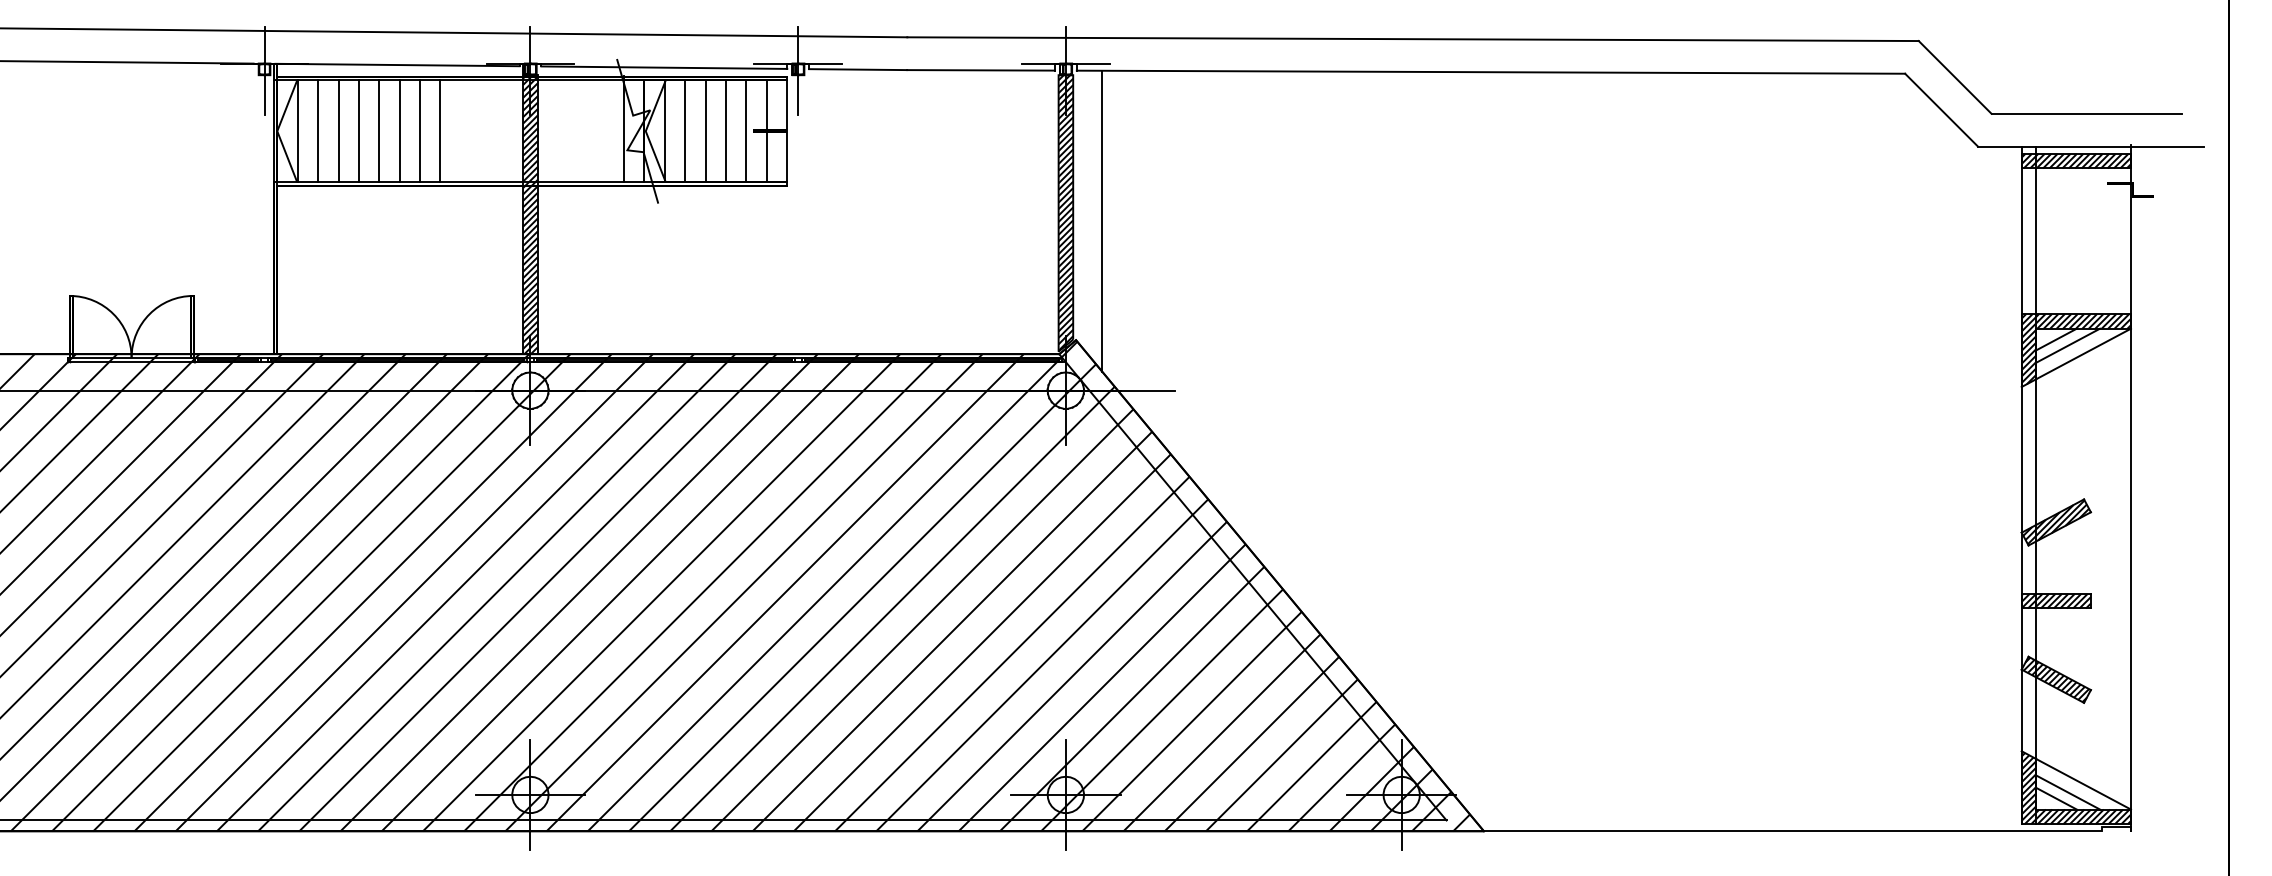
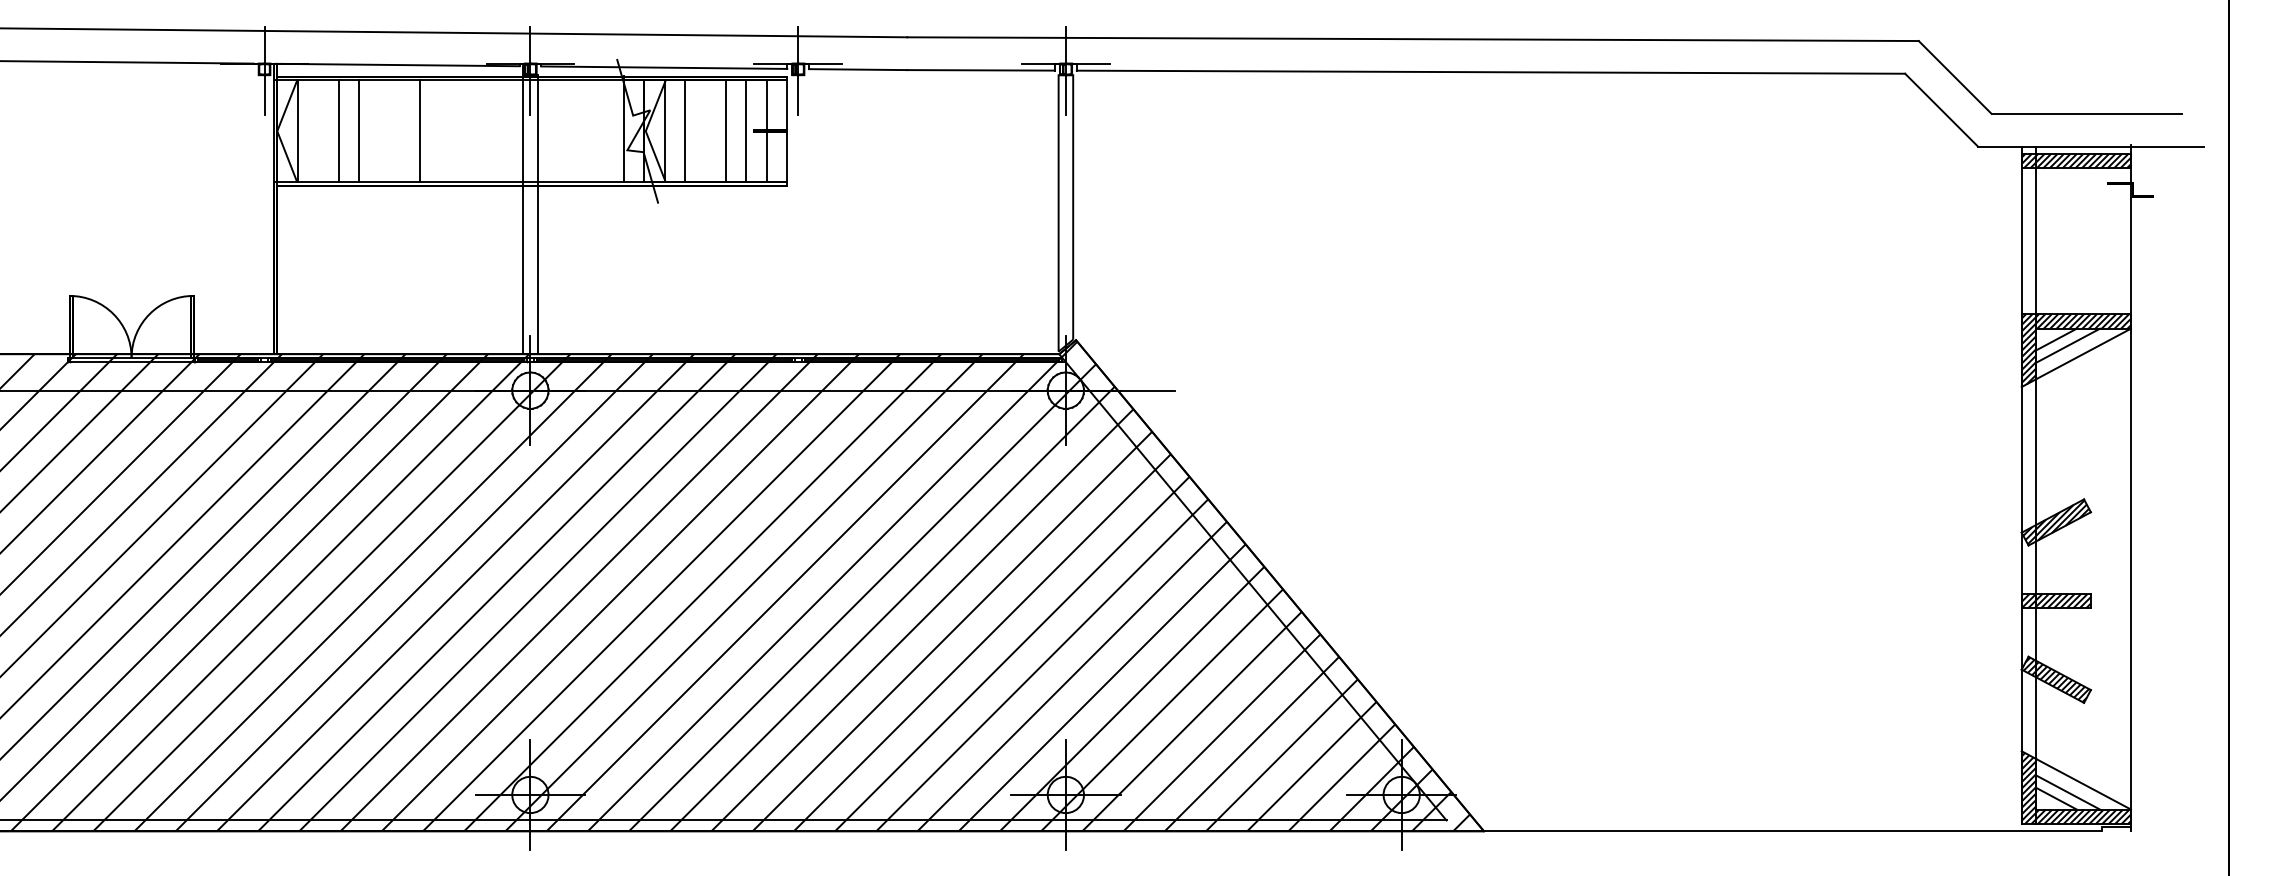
line at (318, 131): present -> none
line at (379, 131): present -> none
line at (399, 131): present -> none
line at (440, 131): present -> none
line at (705, 131): present -> none
hatch at (530, 209): present -> none
hatch at (1065, 212): present -> none
line at (1102, 220): present -> none
